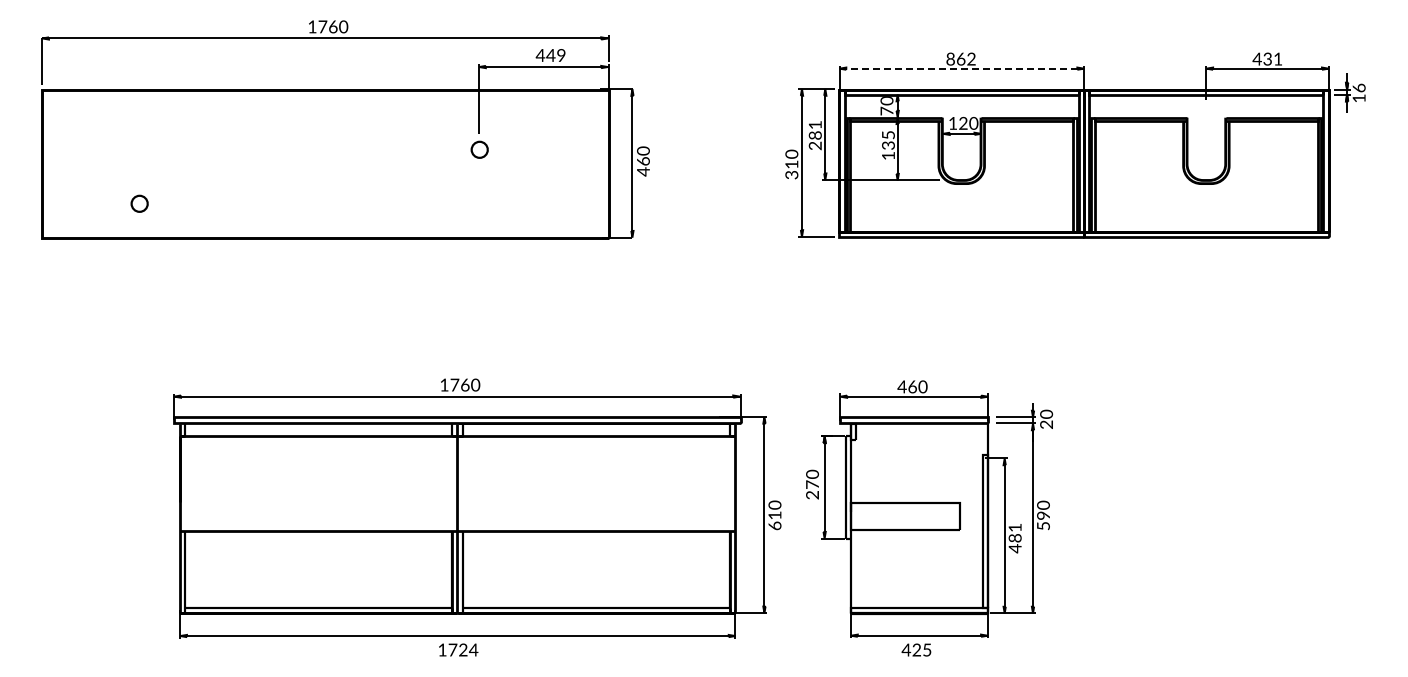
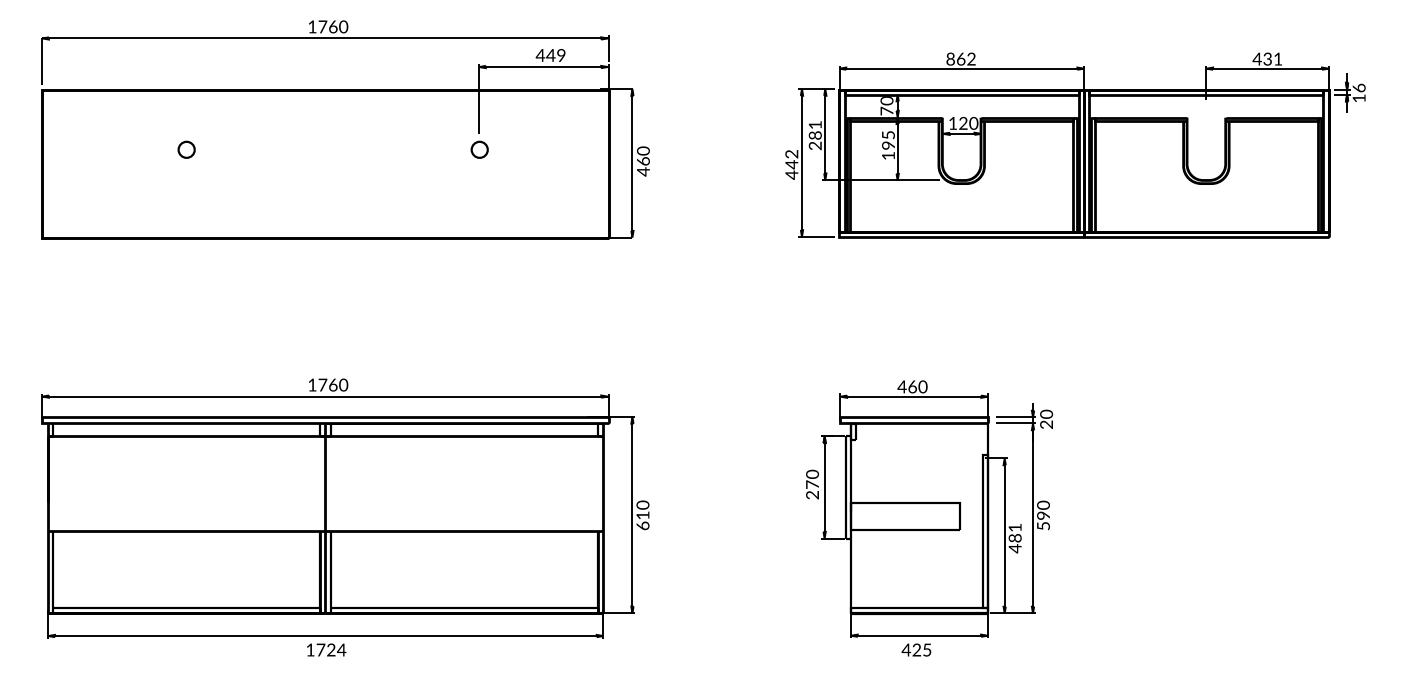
line at (962, 68): dashed -> solid
text at (888, 145): 135 -> 195
text at (791, 164): 310 -> 442
part at (139, 203) position: (139, 203) -> (186, 149)
part at (477, 517) position: (477, 517) -> (345, 517)
